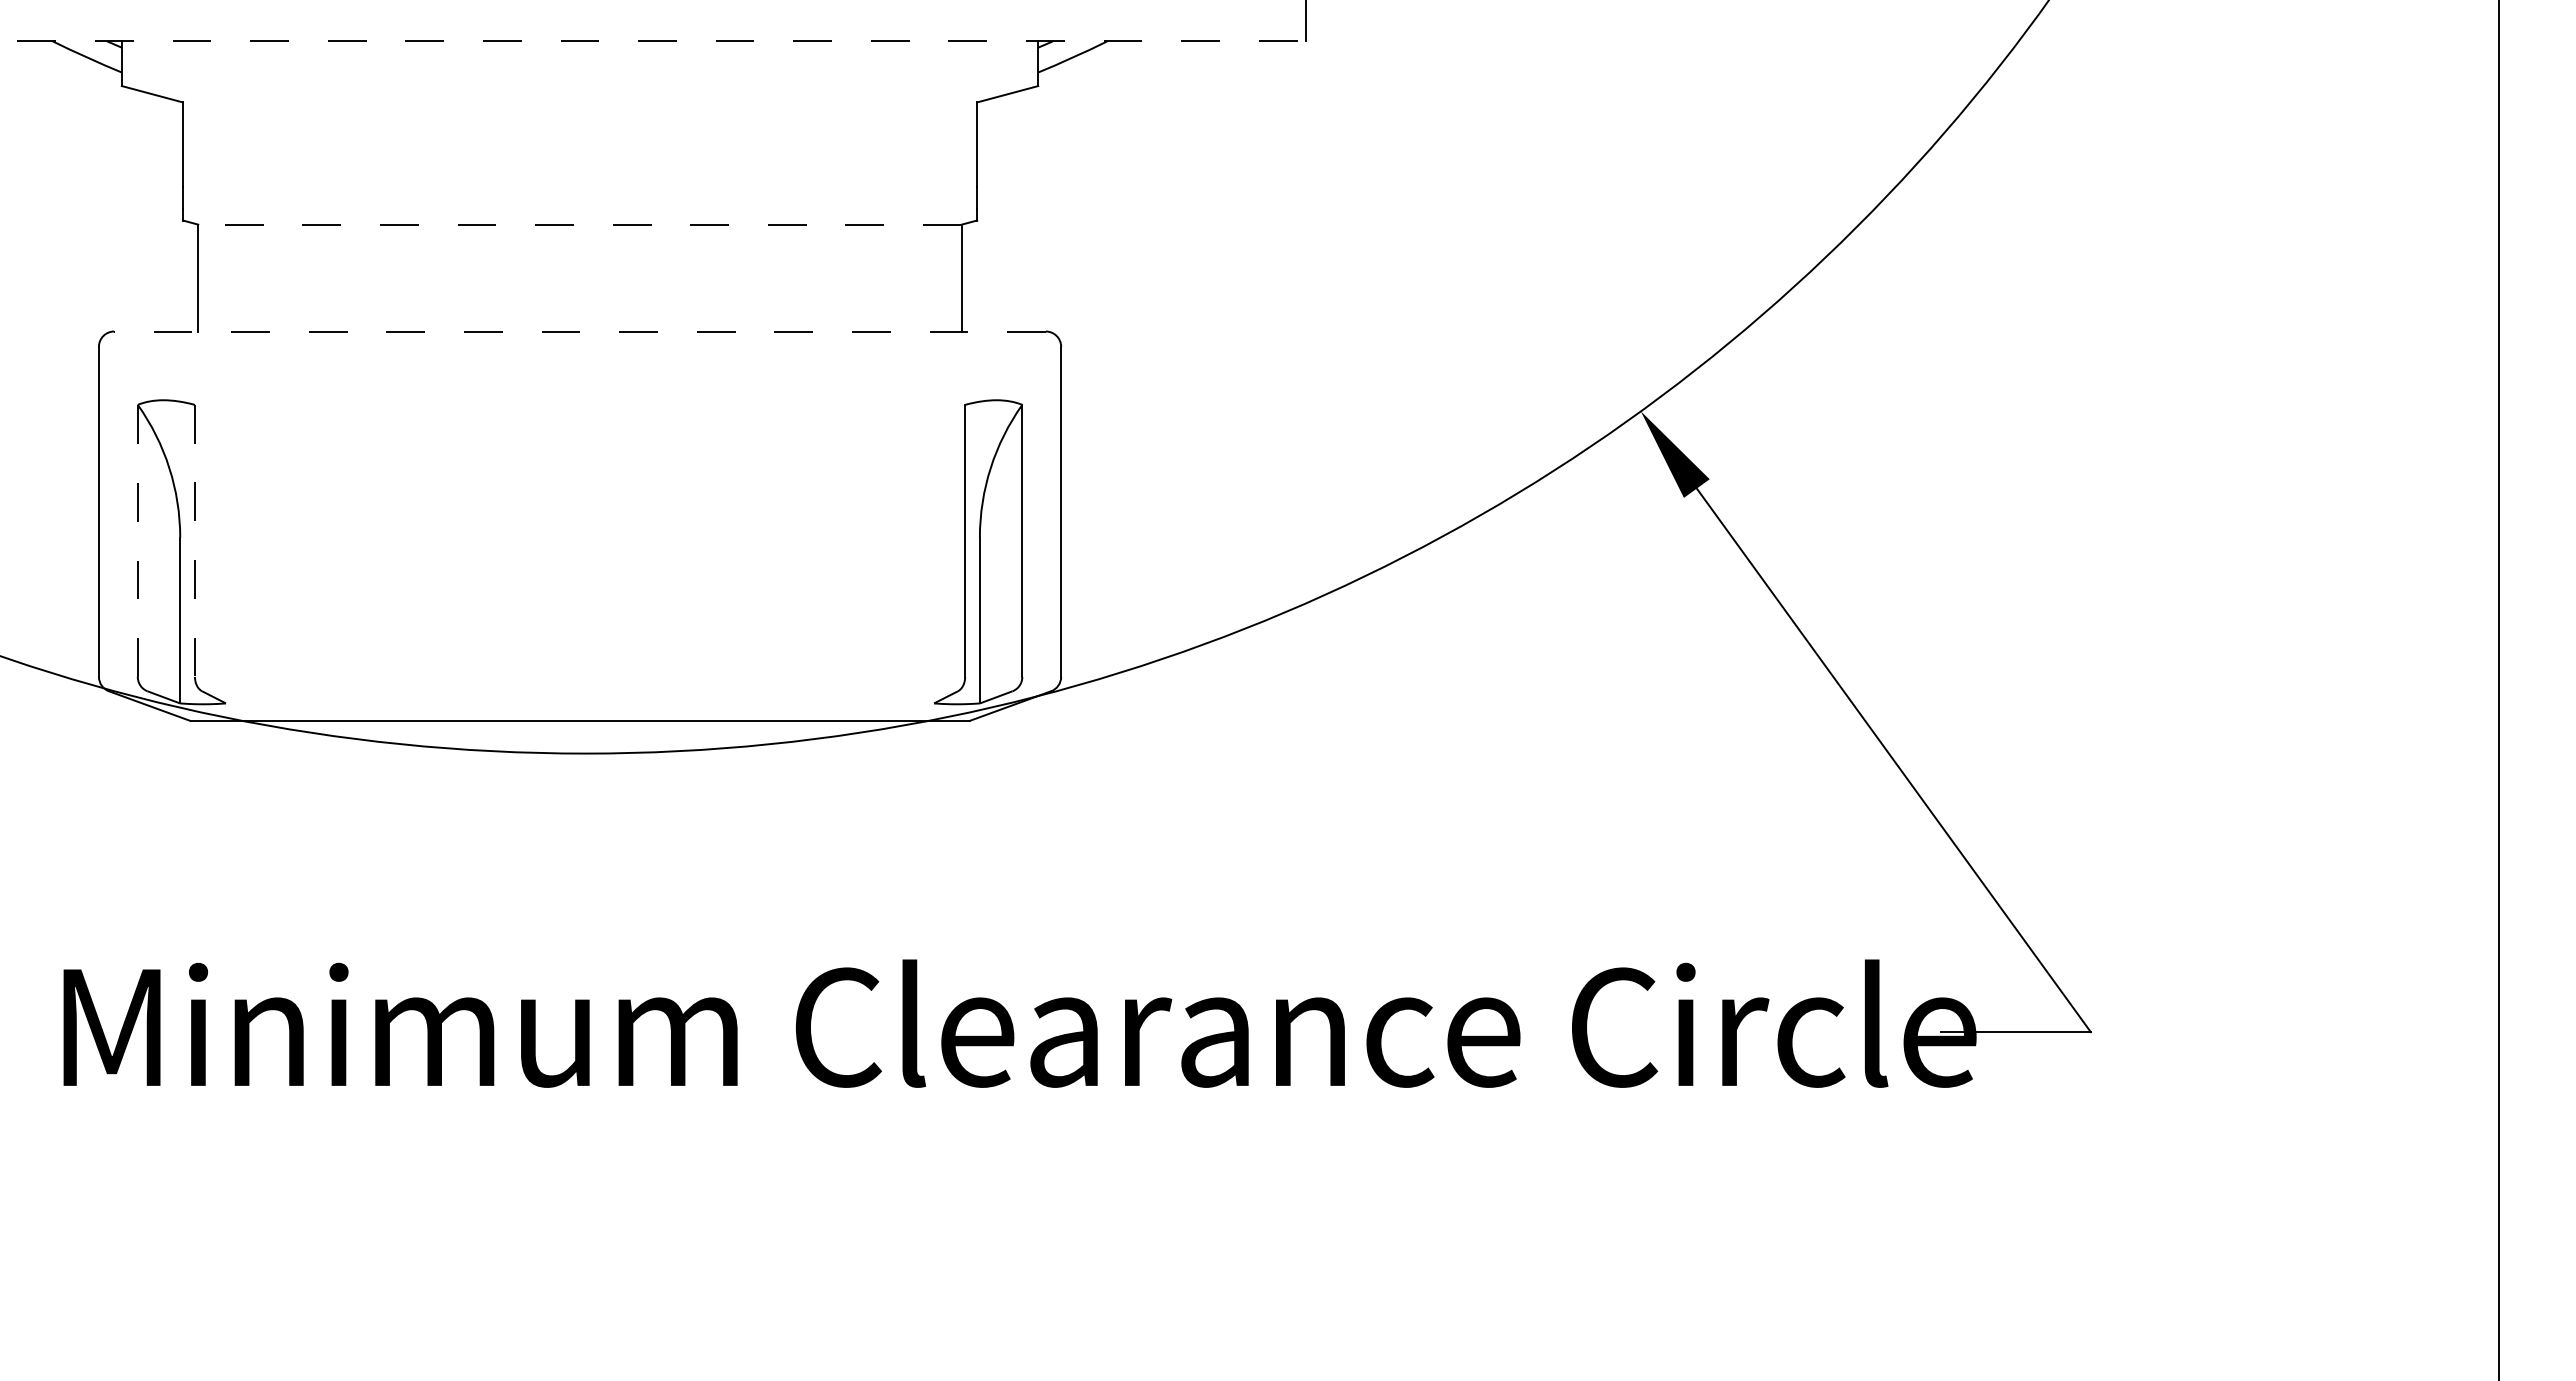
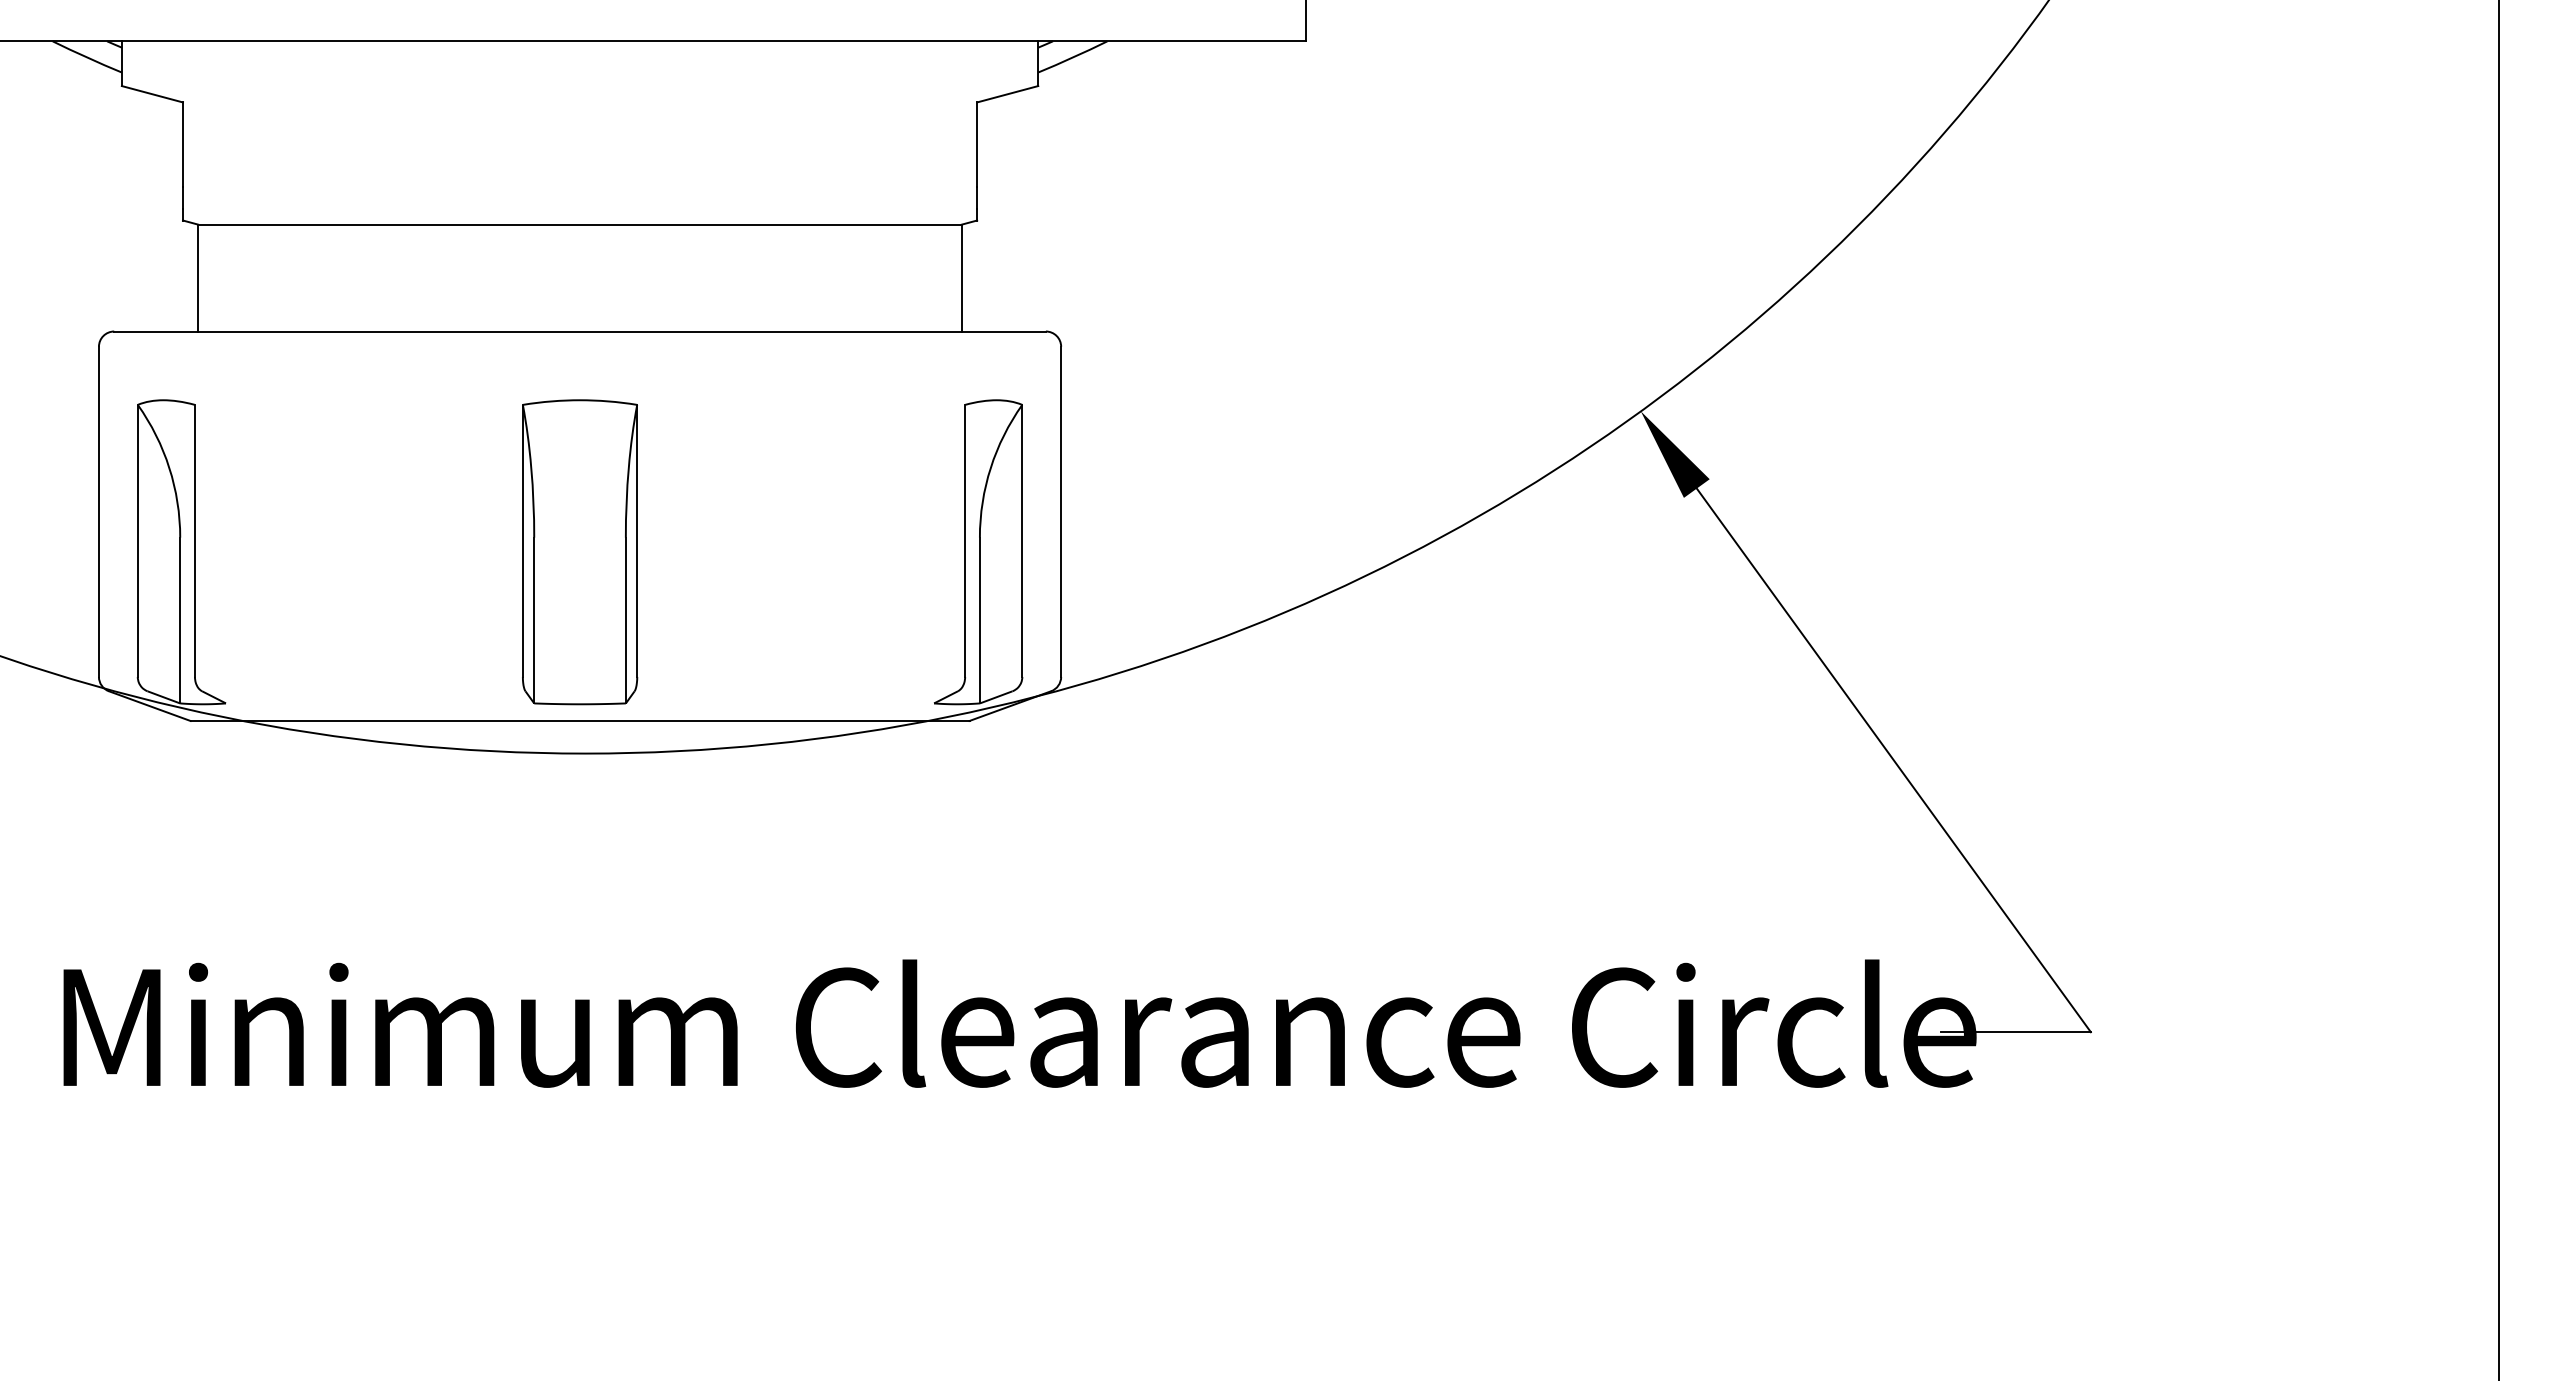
line at (652, 41): dashed -> solid
line at (580, 224): dashed -> solid
line at (580, 331): dashed -> solid
line at (137, 540): dashed -> solid
line at (194, 541): dashed -> solid
part at (580, 552): none -> present
